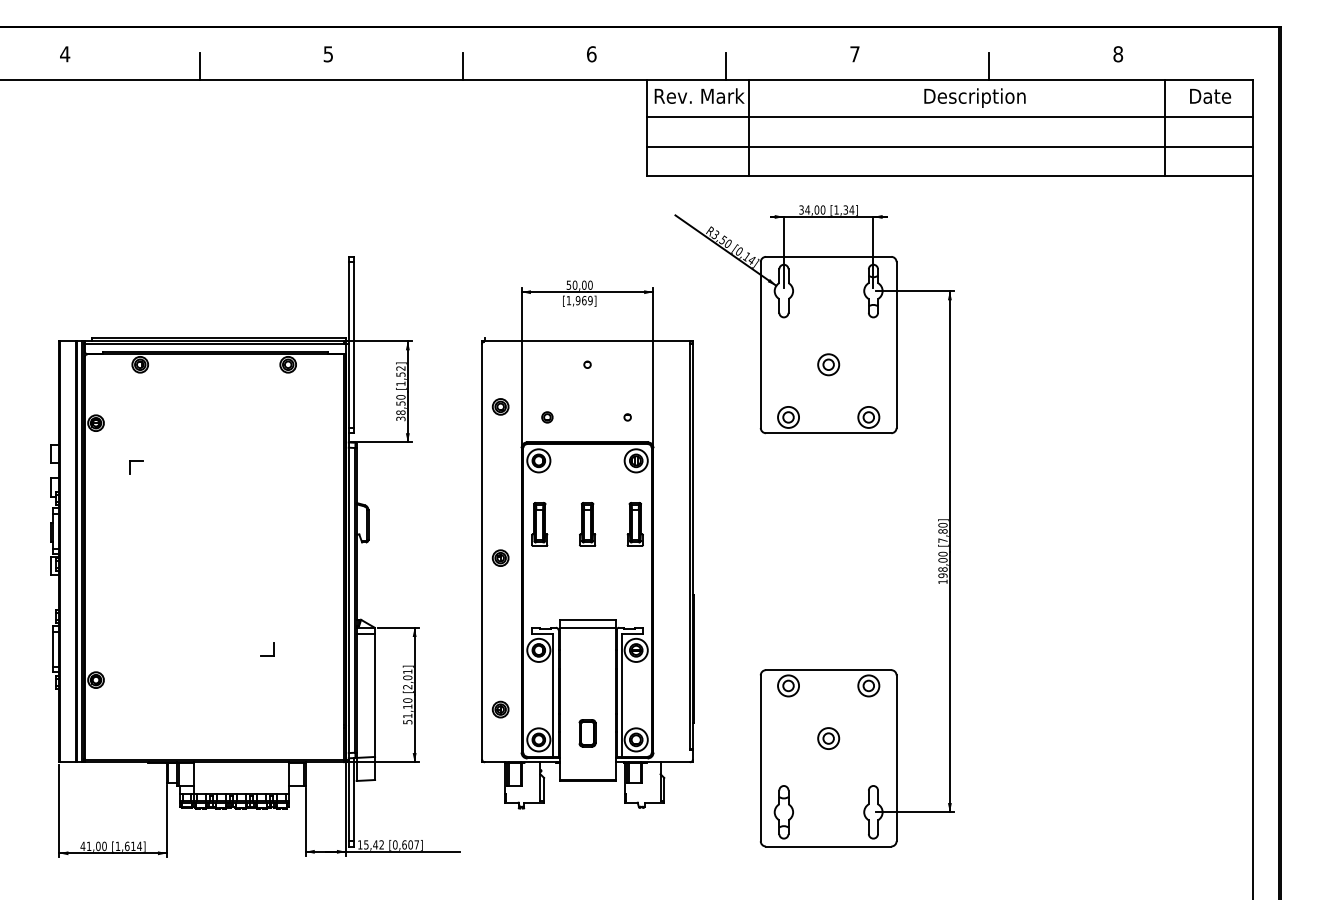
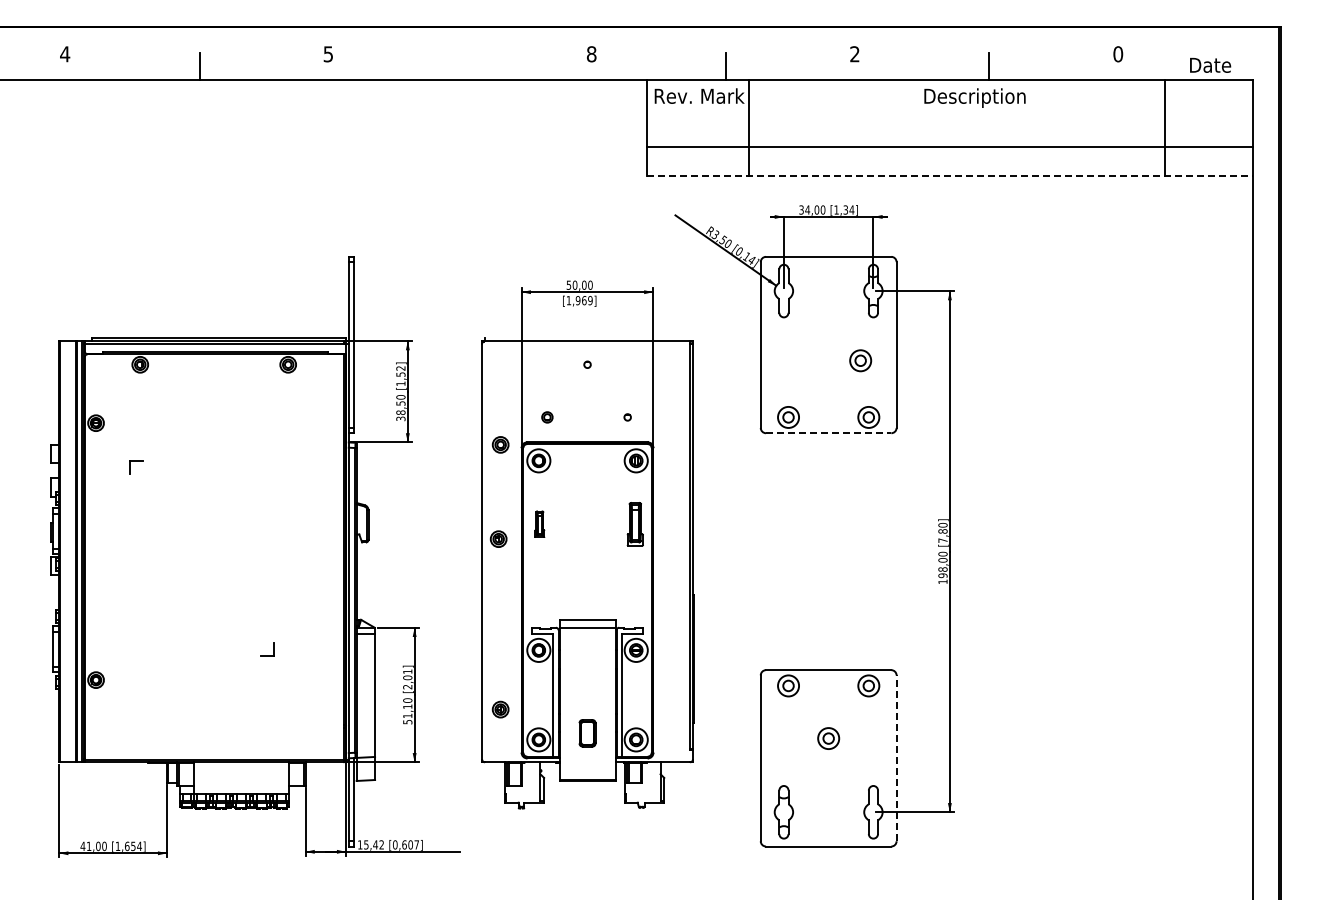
text at (591, 54): 6 -> 8
text at (854, 54): 7 -> 2
text at (1118, 54): 8 -> 0
line at (462, 66): present -> none
text at (1210, 95) position: (1210, 95) -> (1210, 64)
line at (949, 116): present -> none
line at (950, 176): solid -> dashed
part at (828, 364) position: (828, 364) -> (860, 360)
part at (500, 406) position: (500, 406) -> (500, 444)
line at (828, 433): solid -> dashed
part at (539, 524) size: 18x45 px -> 12x28 px
part at (587, 524): present -> none
part at (500, 557) position: (500, 557) -> (498, 538)
line at (896, 758): solid -> dashed
text at (133, 846): [1,614] -> [1,654]
